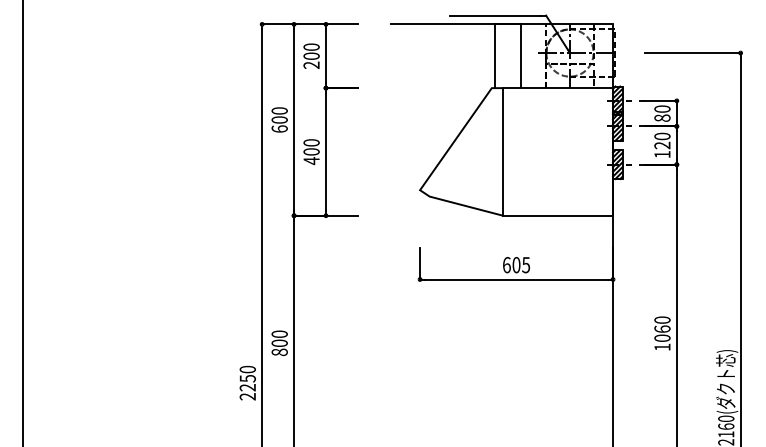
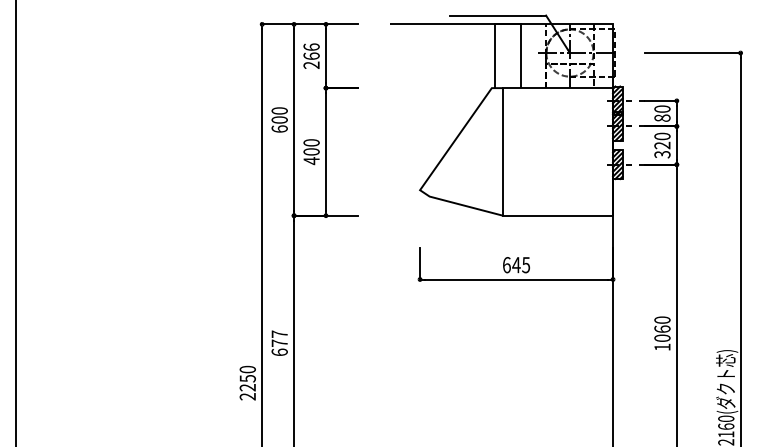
text at (311, 51): 200 -> 266
text at (662, 154): 120 -> 320
line at (22, 222) position: (22, 222) -> (15, 222)
text at (516, 265): 605 -> 645
text at (279, 343): 800 -> 677
